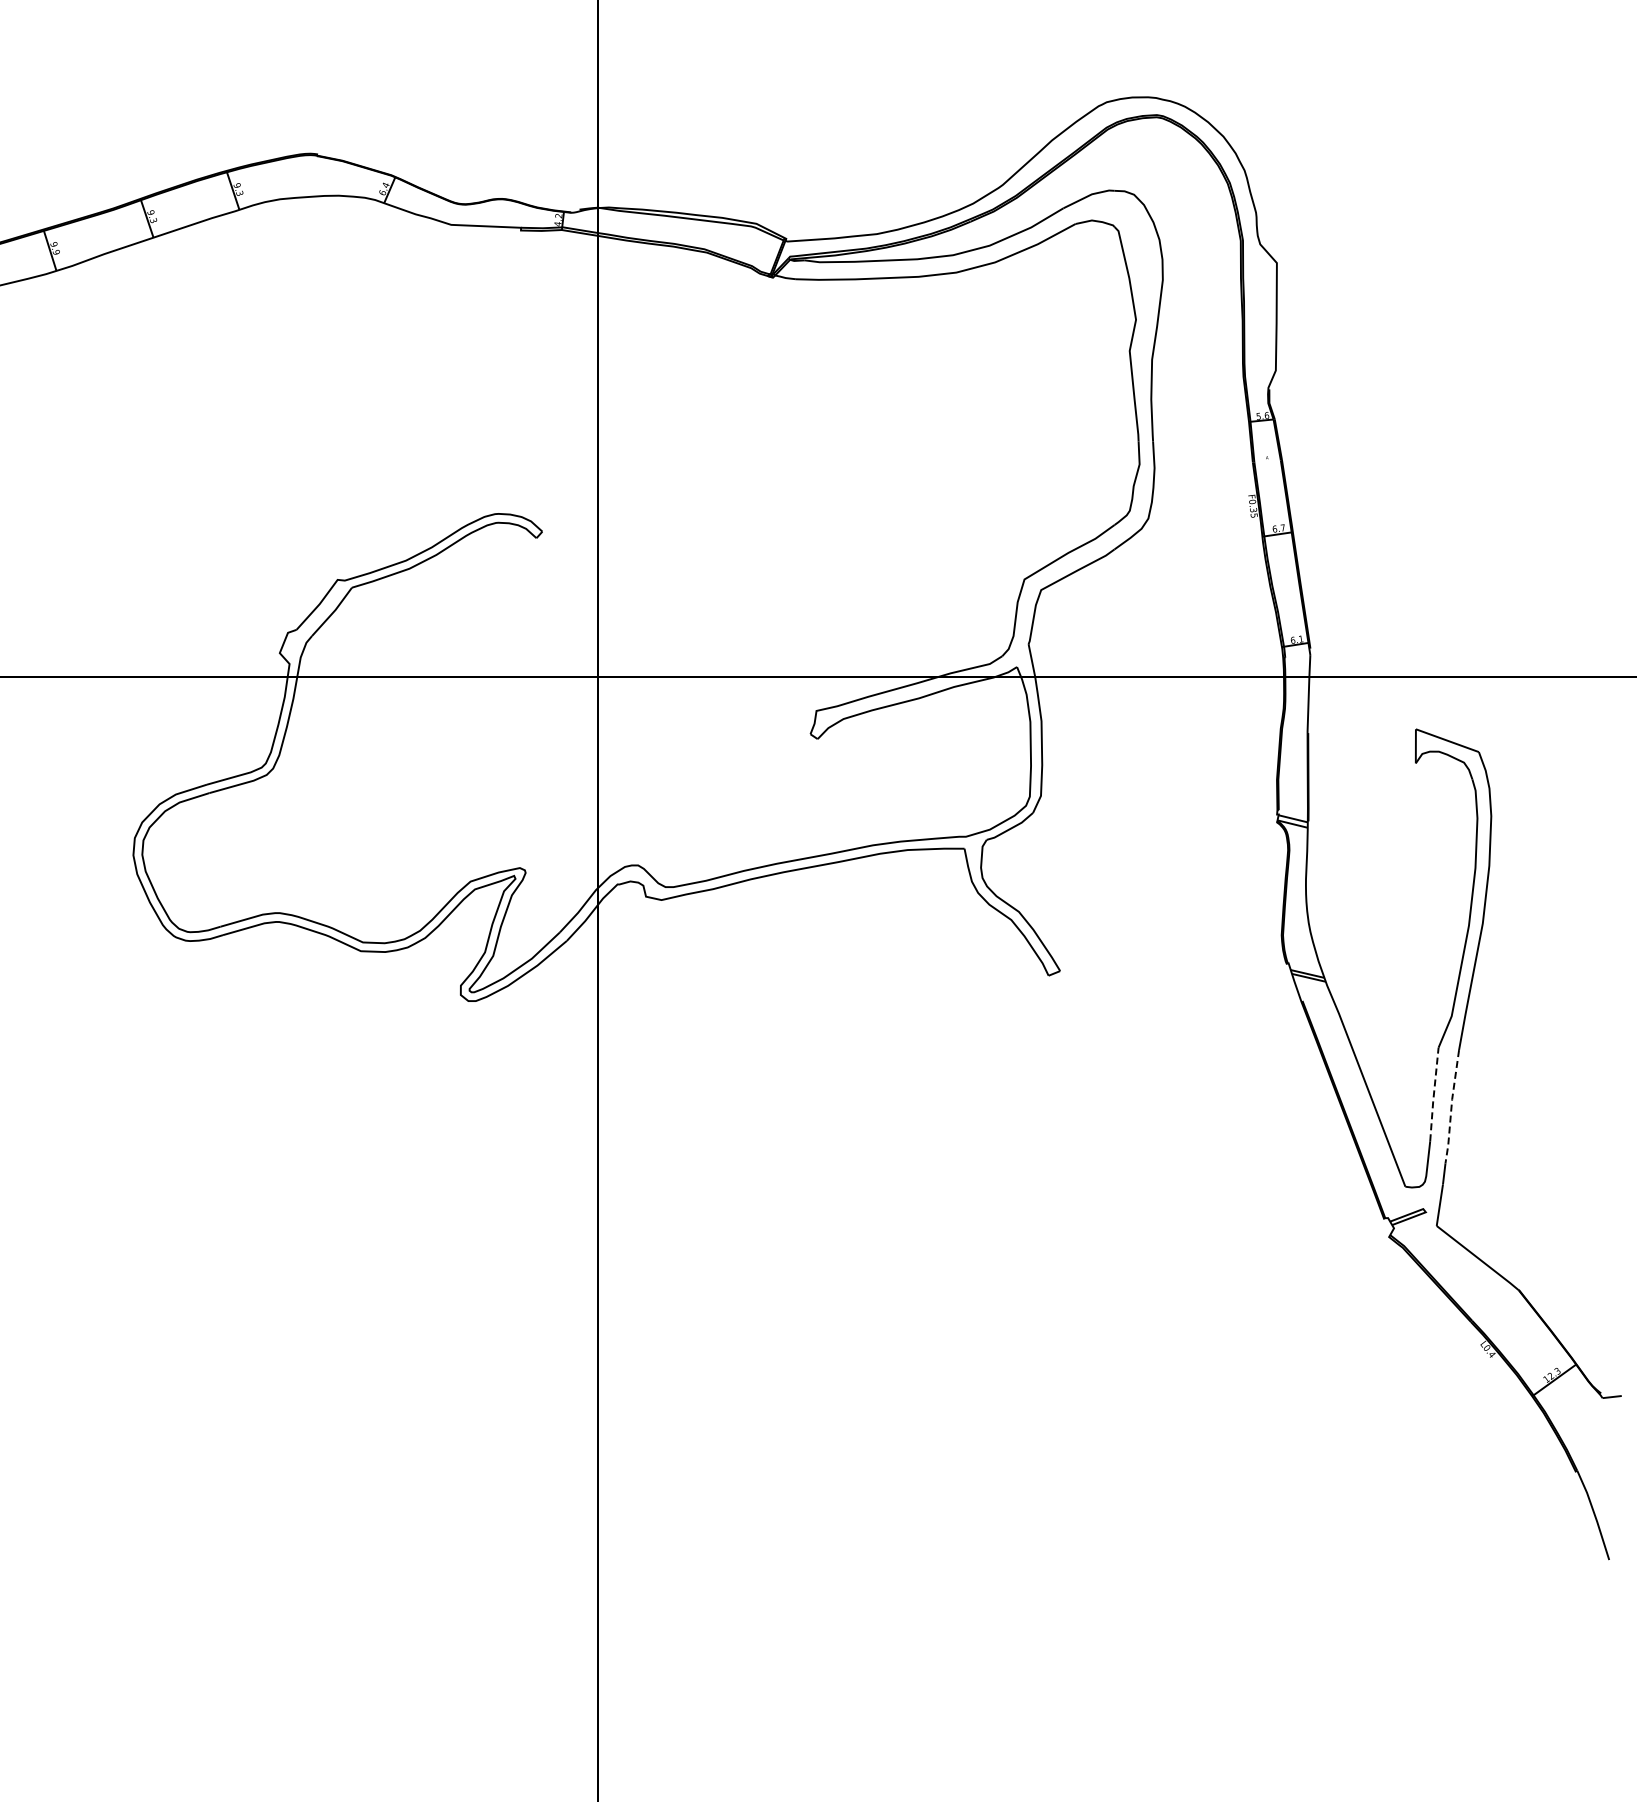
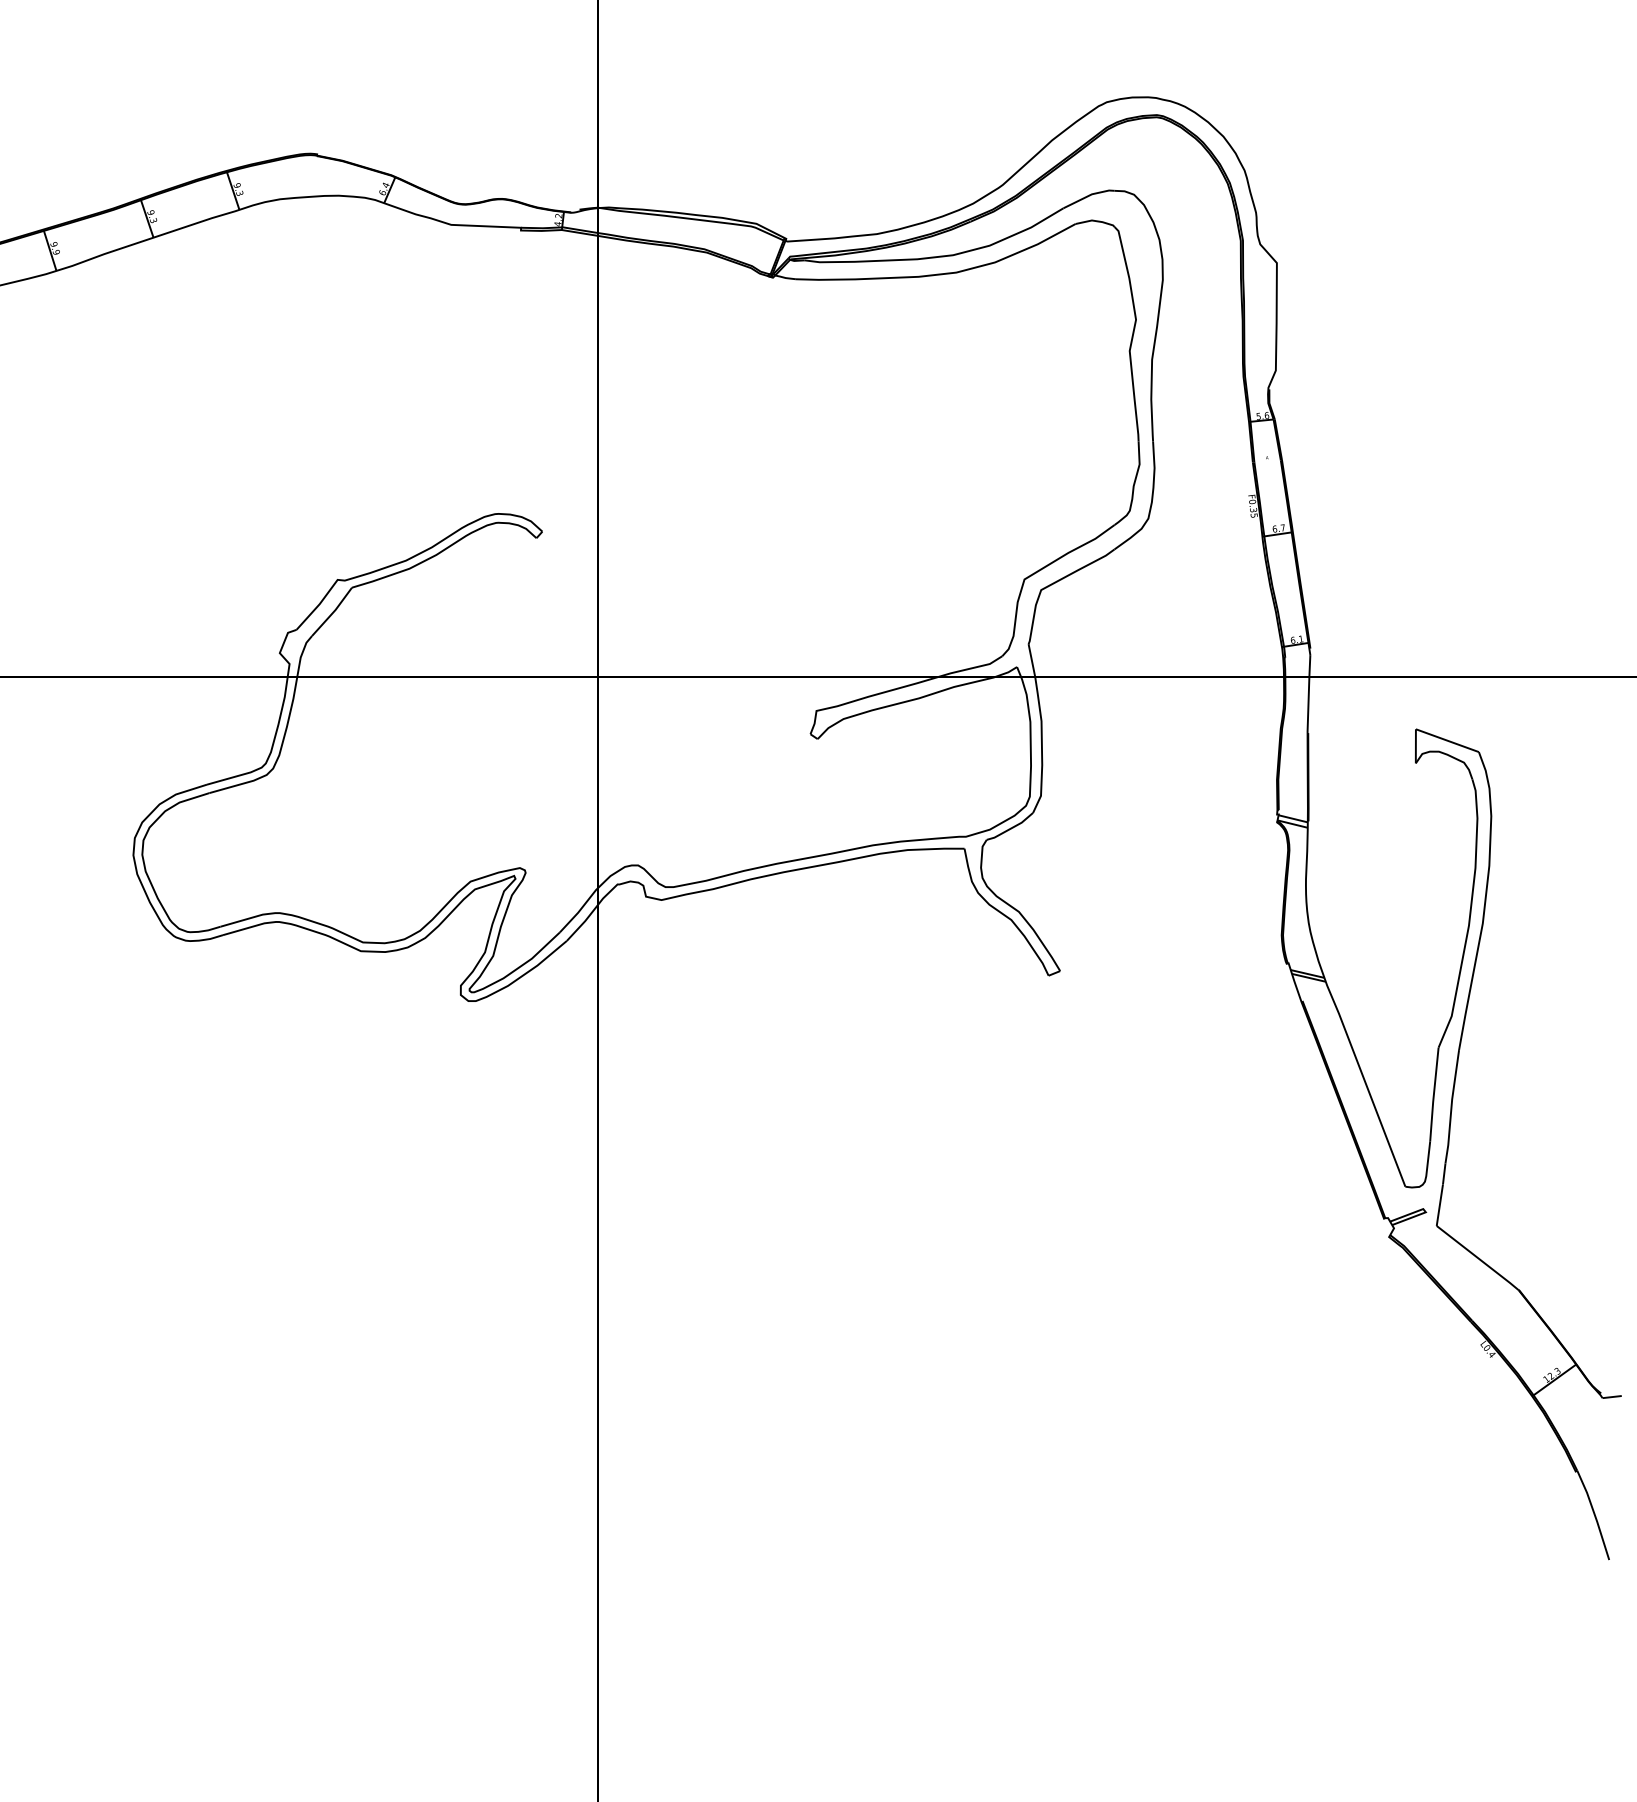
line at (1433, 1095): dashed -> solid
line at (1451, 1107): dashed -> solid
